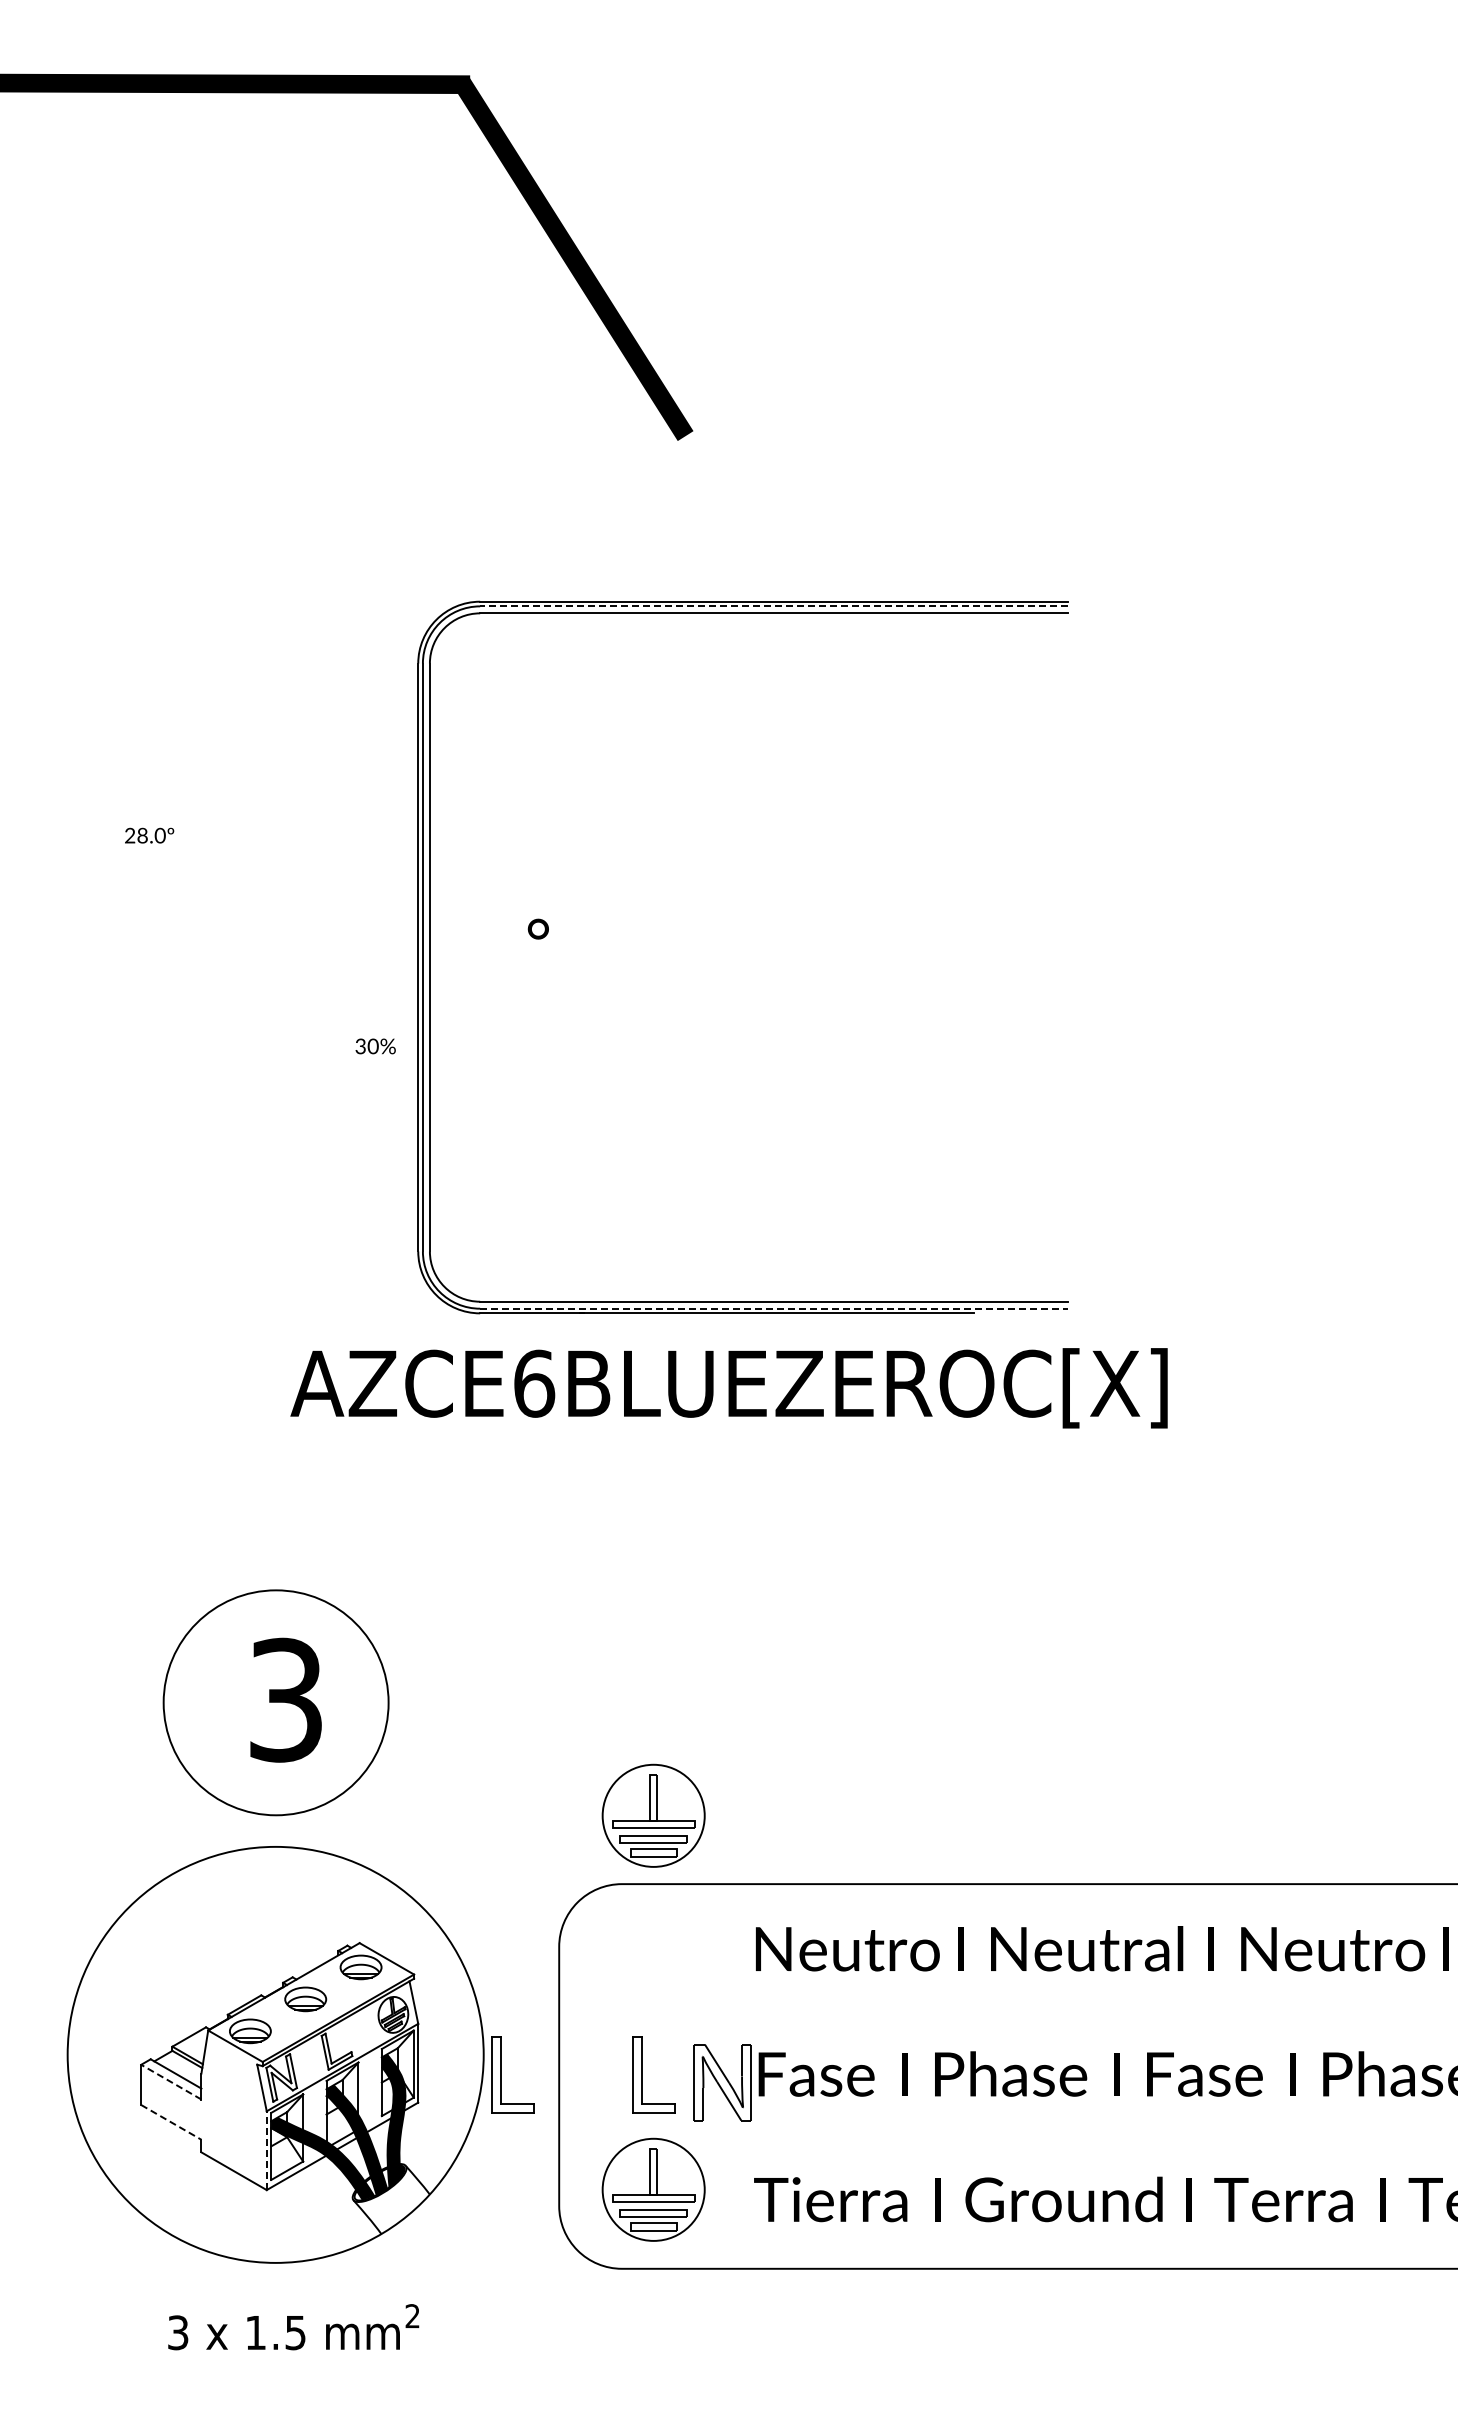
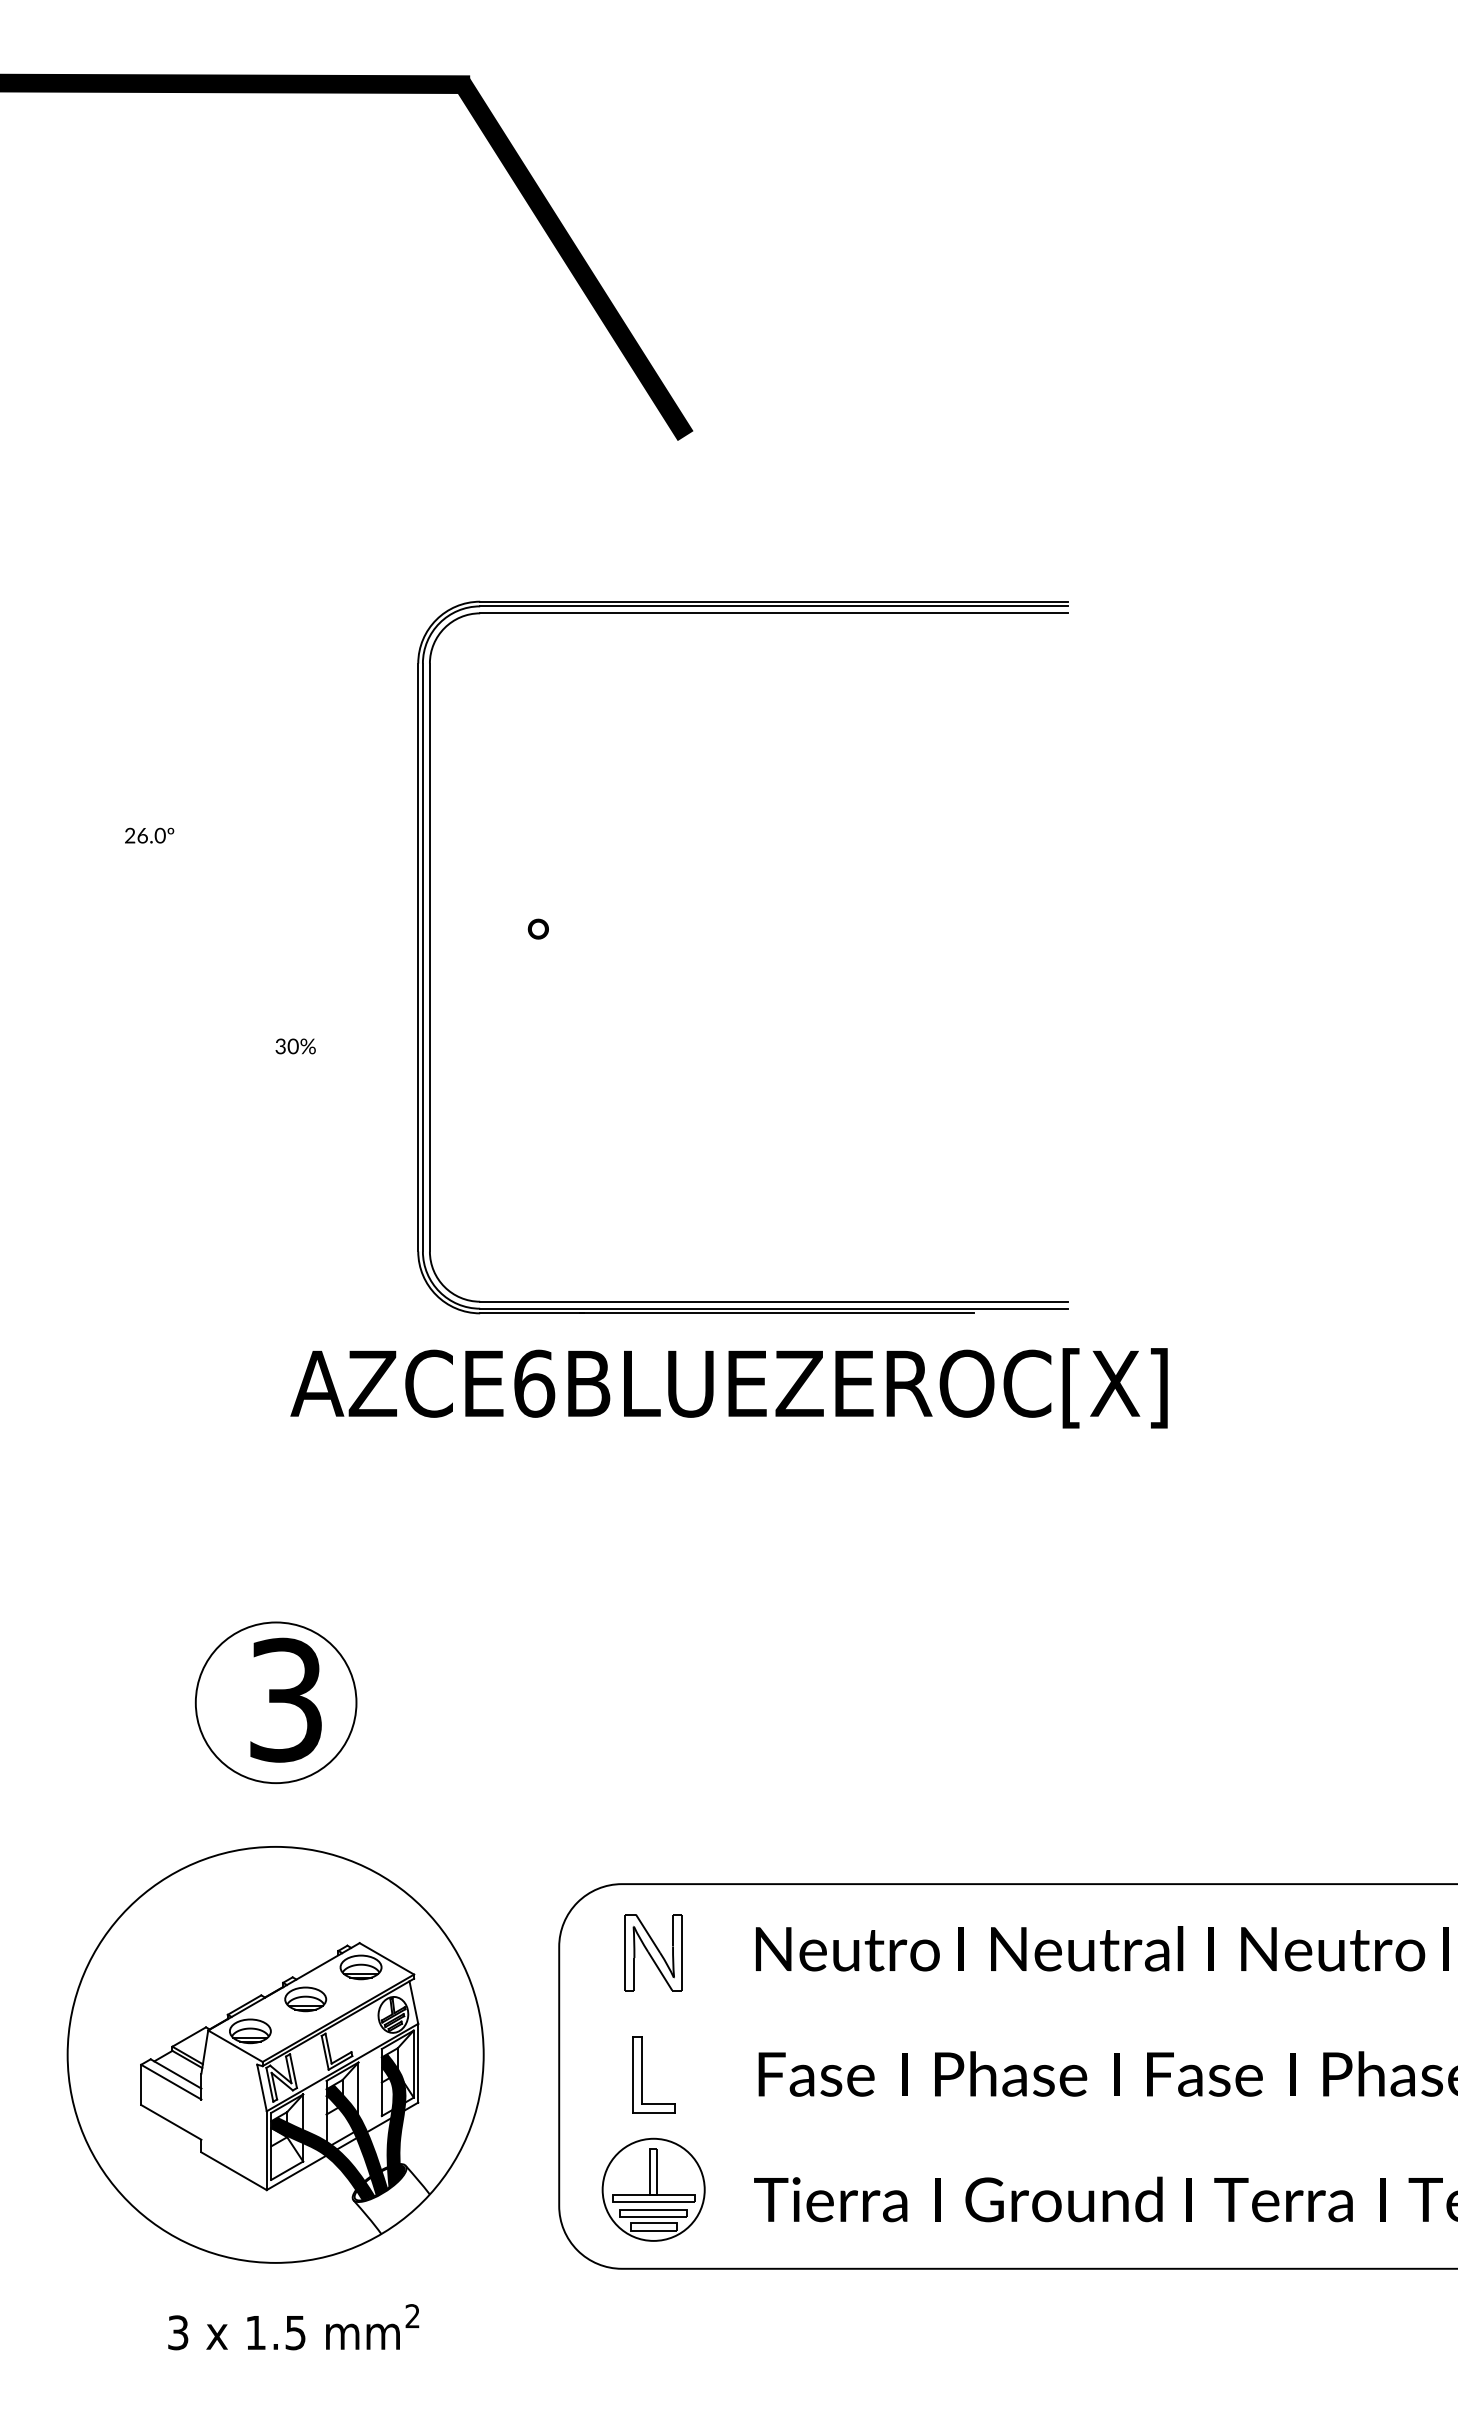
line at (774, 606): dashed -> solid
text at (142, 834): 28.0º -> 26.0º
text at (375, 1046) position: (375, 1046) -> (295, 1046)
line at (774, 1308): dashed -> solid
circle at (275, 1702) diameter: 225 px -> 161 px
part at (653, 1815): present -> none
part at (501, 2074): present -> none
line at (171, 2082): dashed -> solid
part at (722, 2082) position: (722, 2082) -> (653, 1952)
line at (171, 2122): dashed -> solid
line at (266, 2150): dashed -> solid
